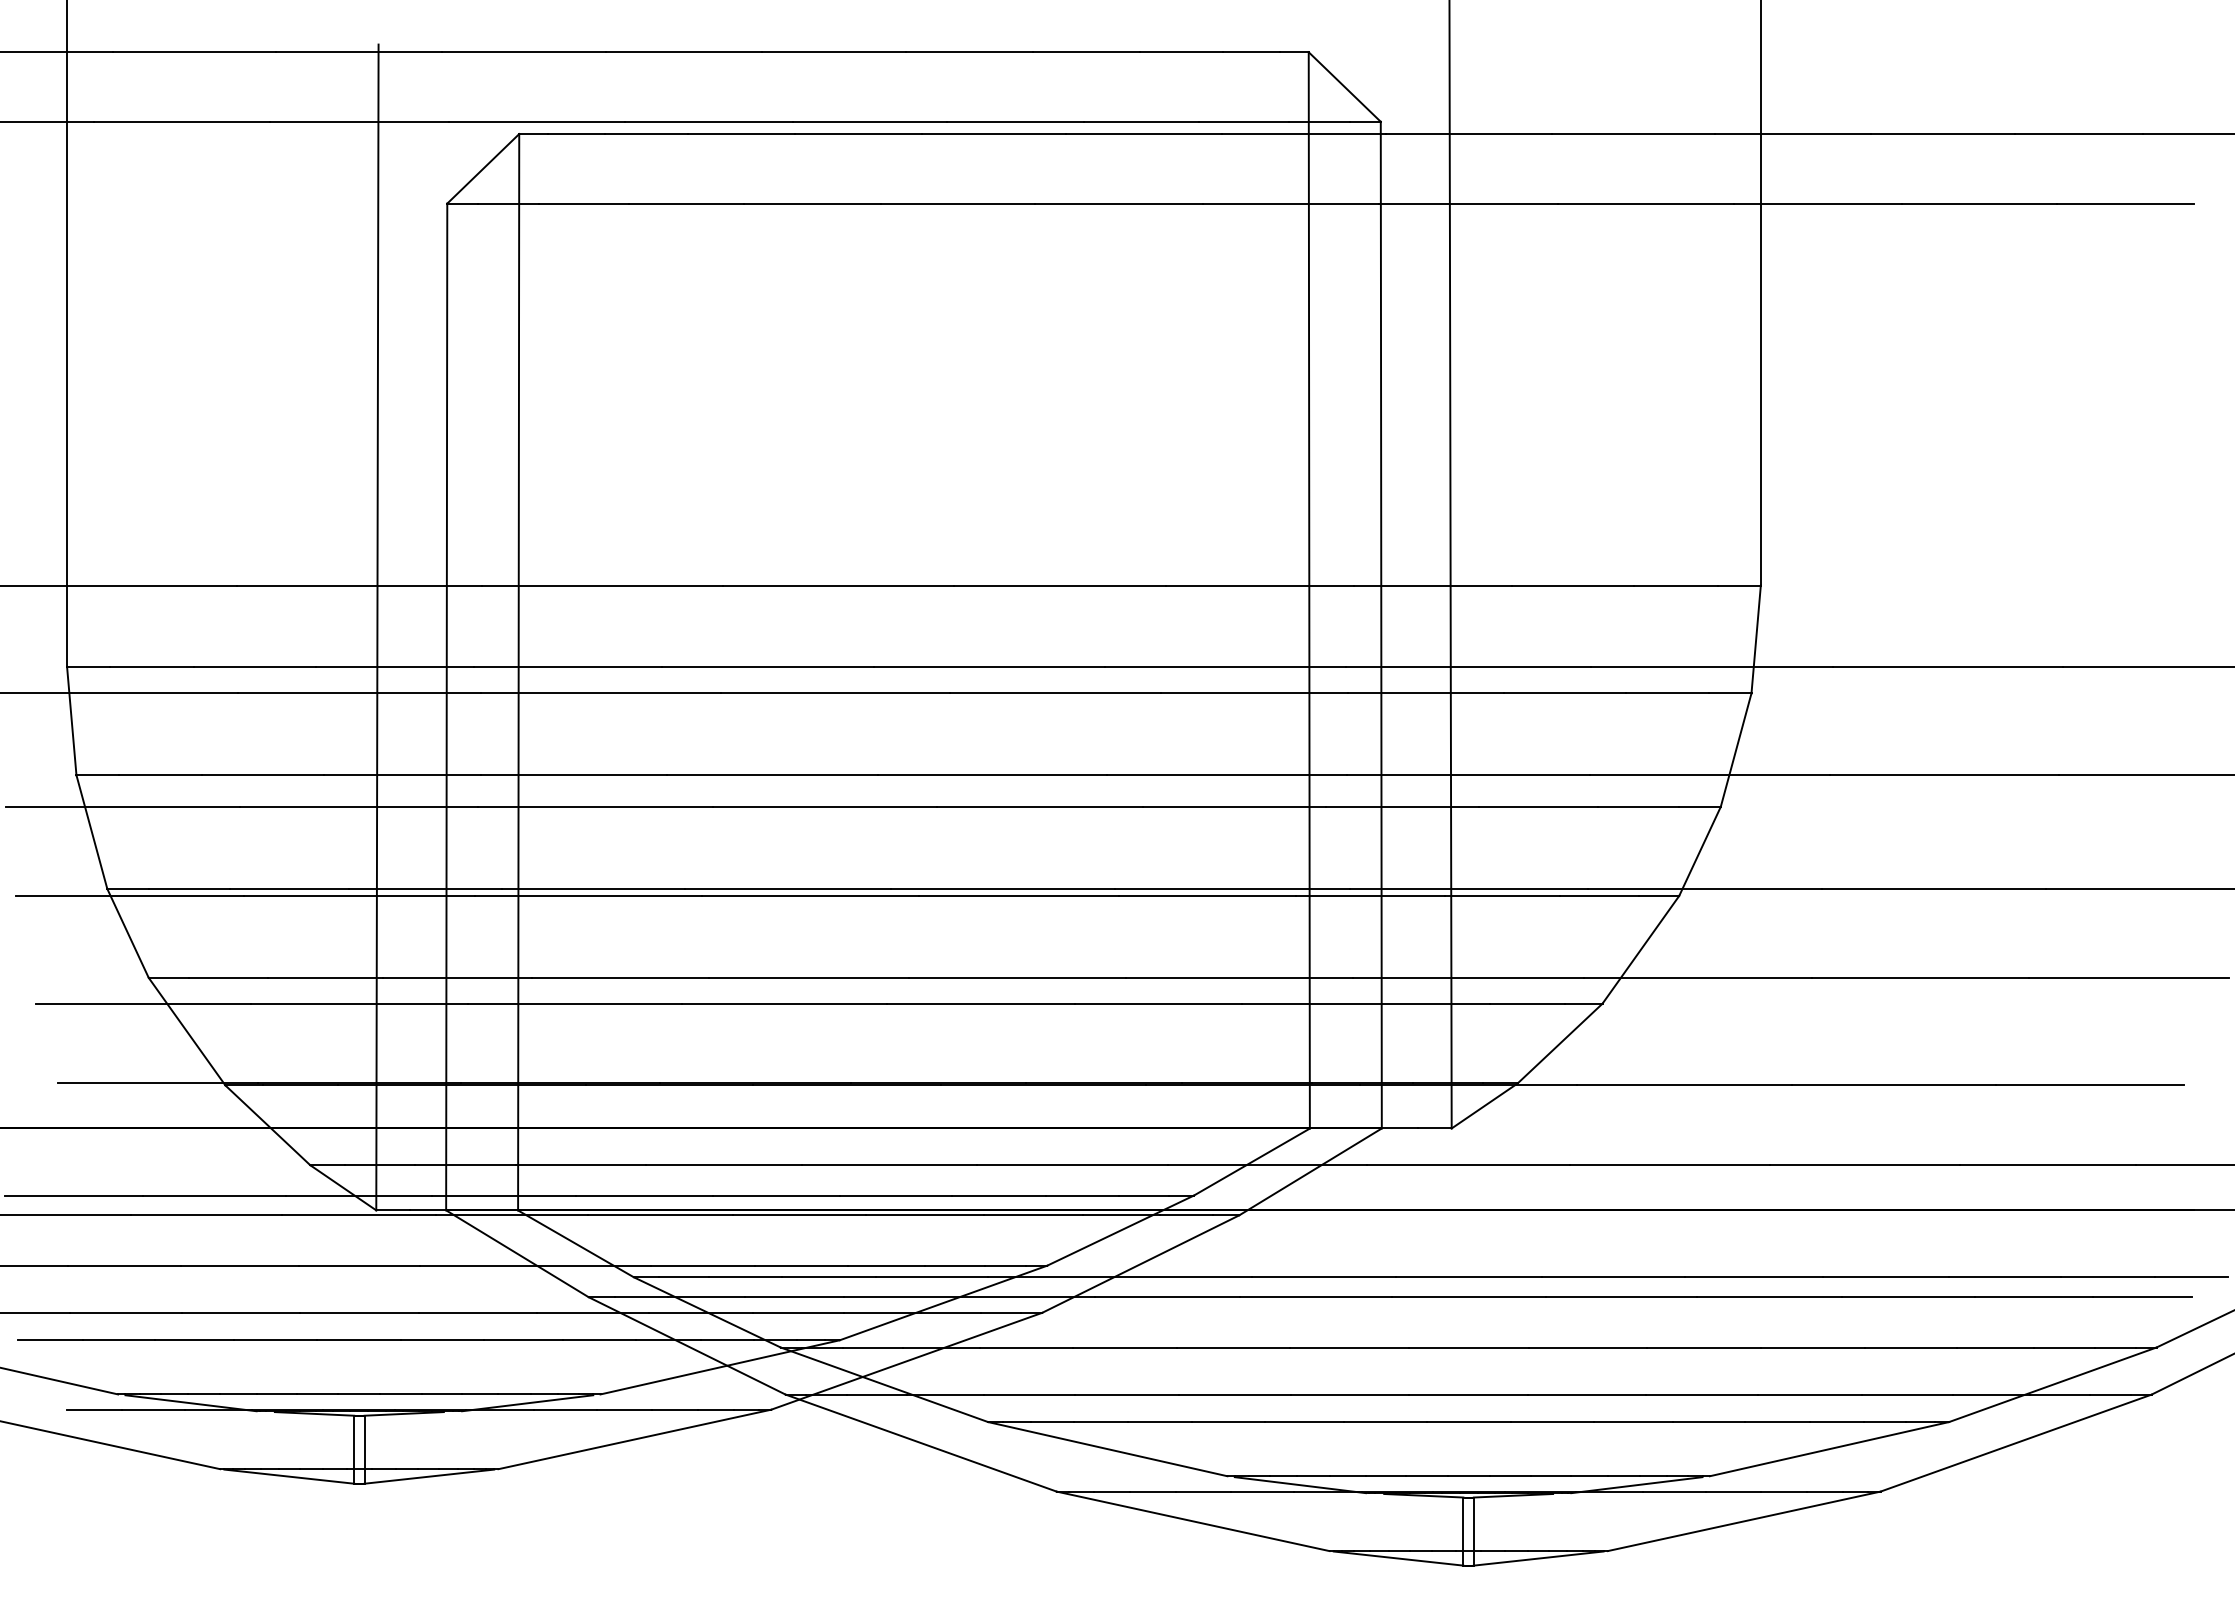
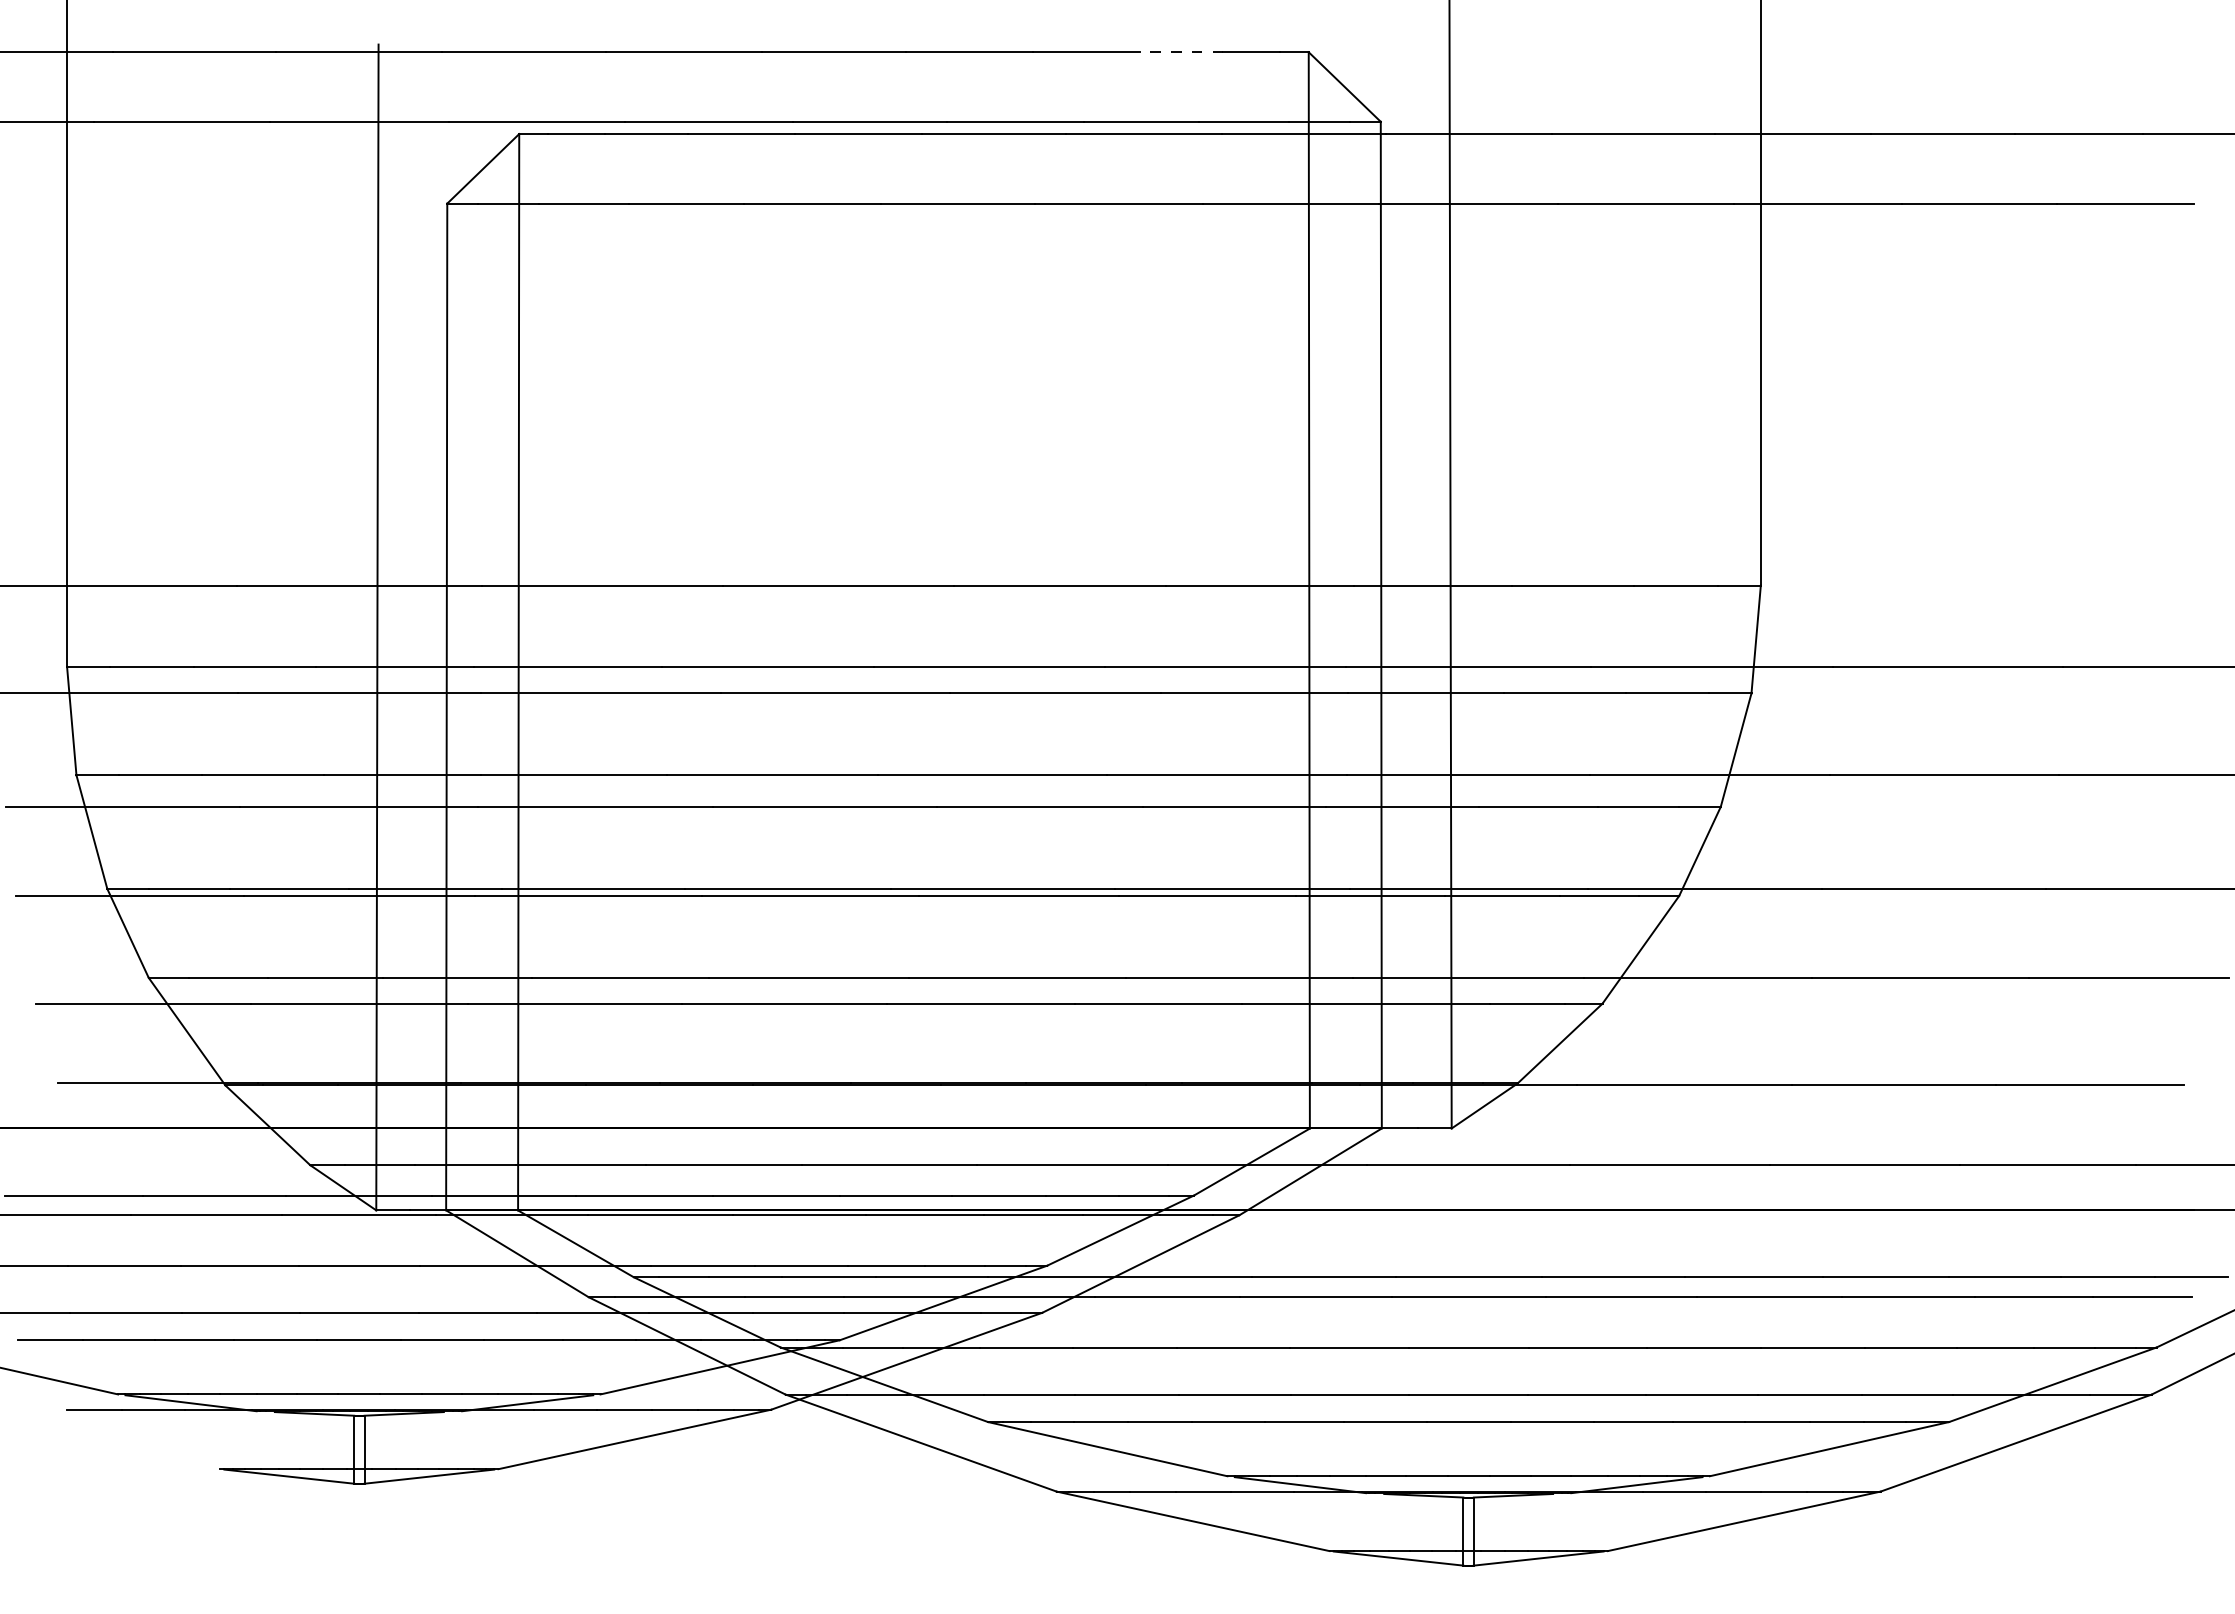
line at (1181, 52): solid -> dashed
line at (111, 1445): present -> none
